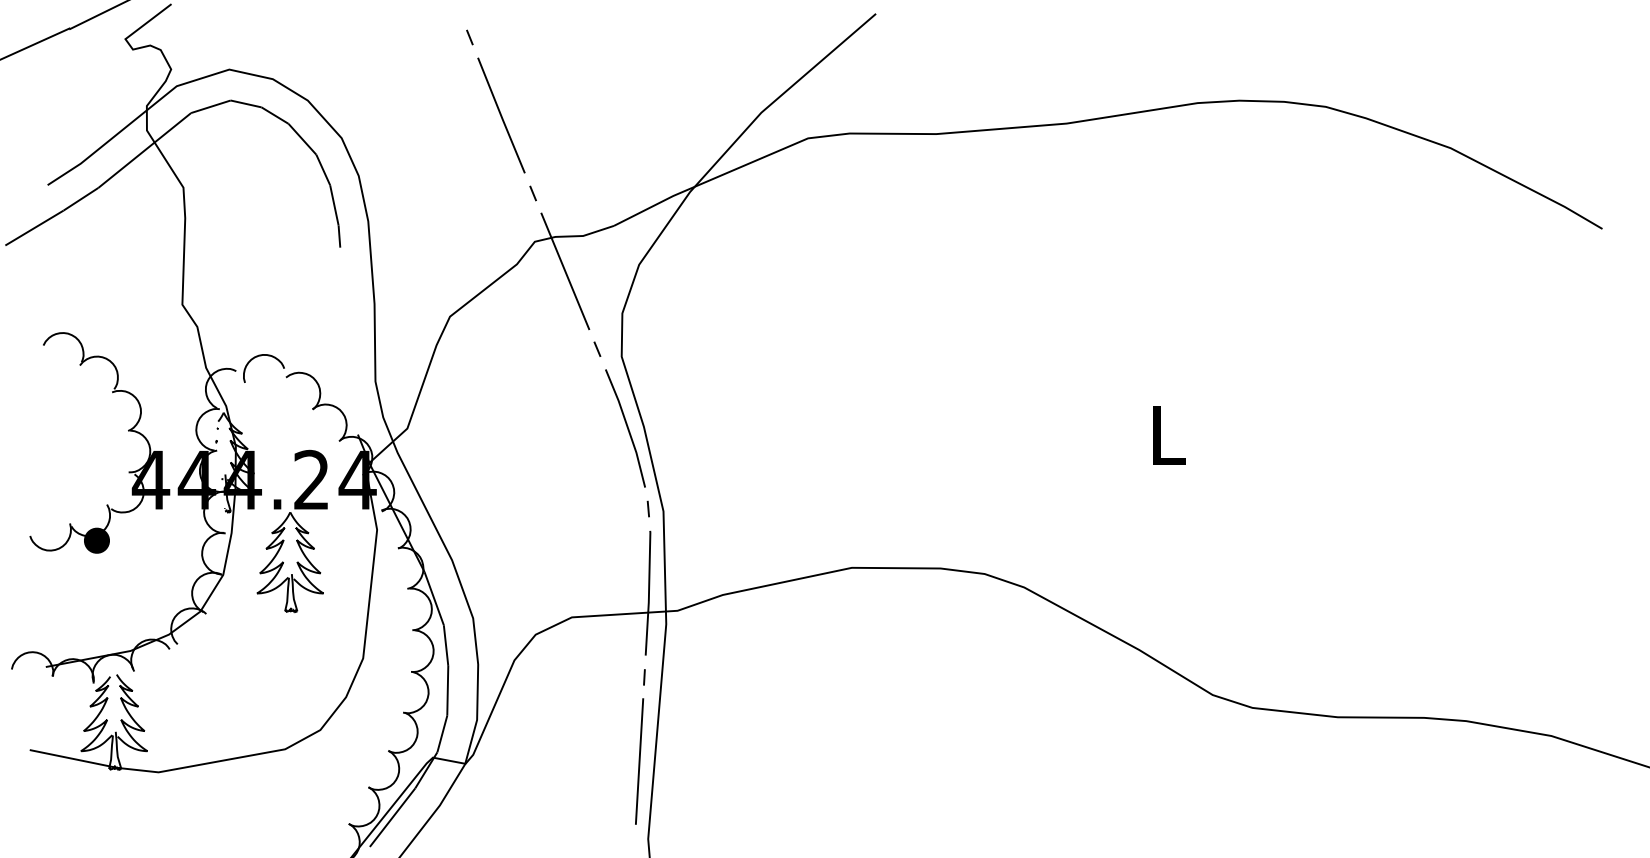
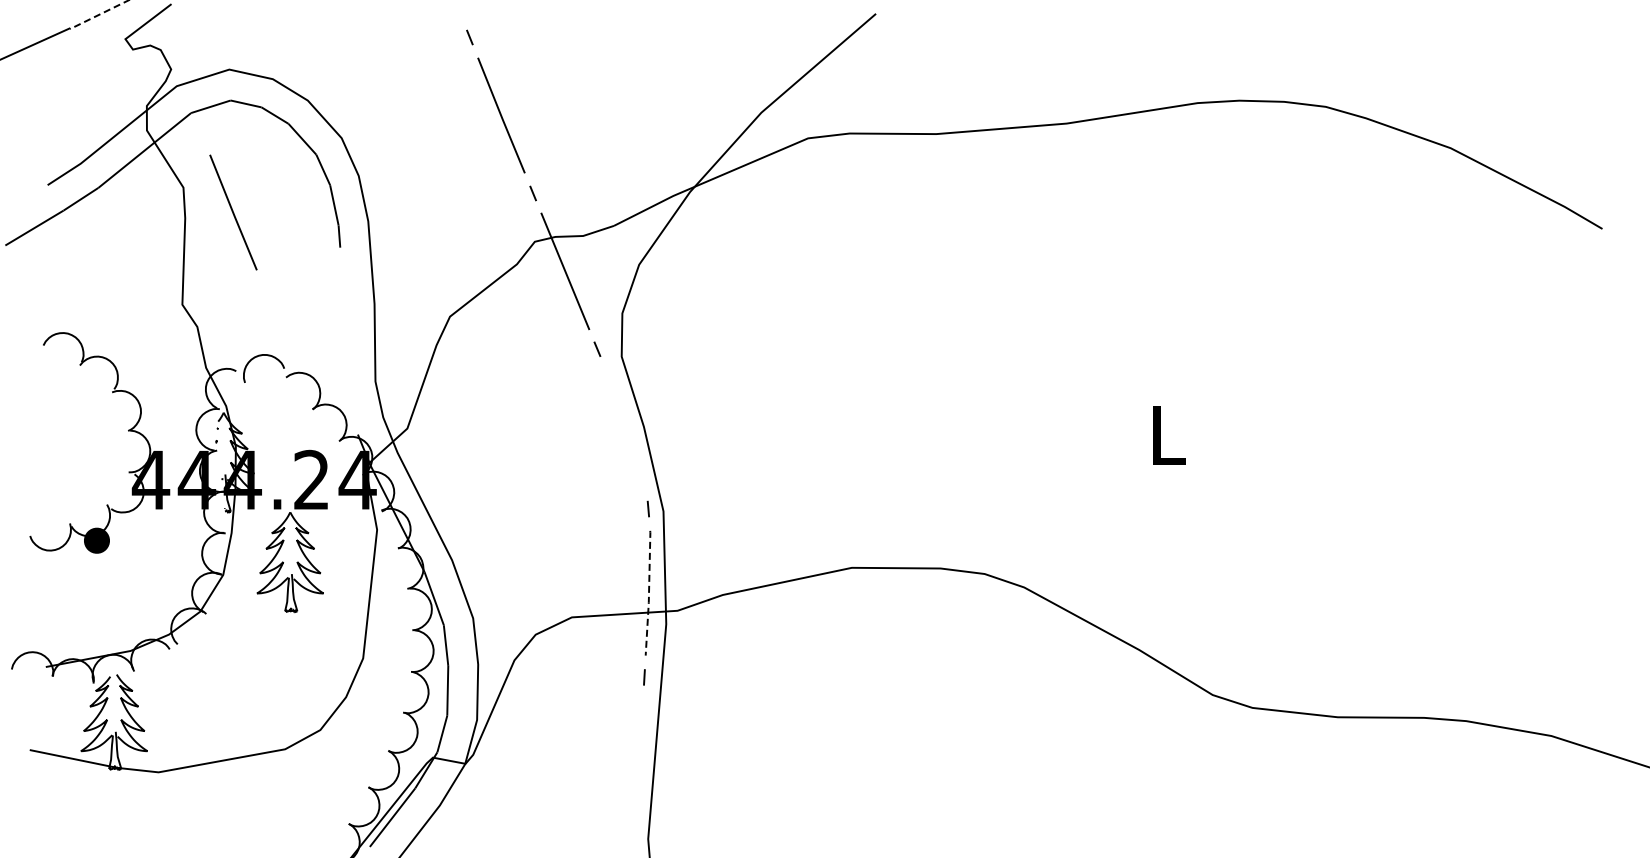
line at (99, 14): solid -> dashed
line at (233, 212): none -> present
line at (626, 427): present -> none
line at (649, 592): solid -> dashed
line at (639, 761): present -> none
